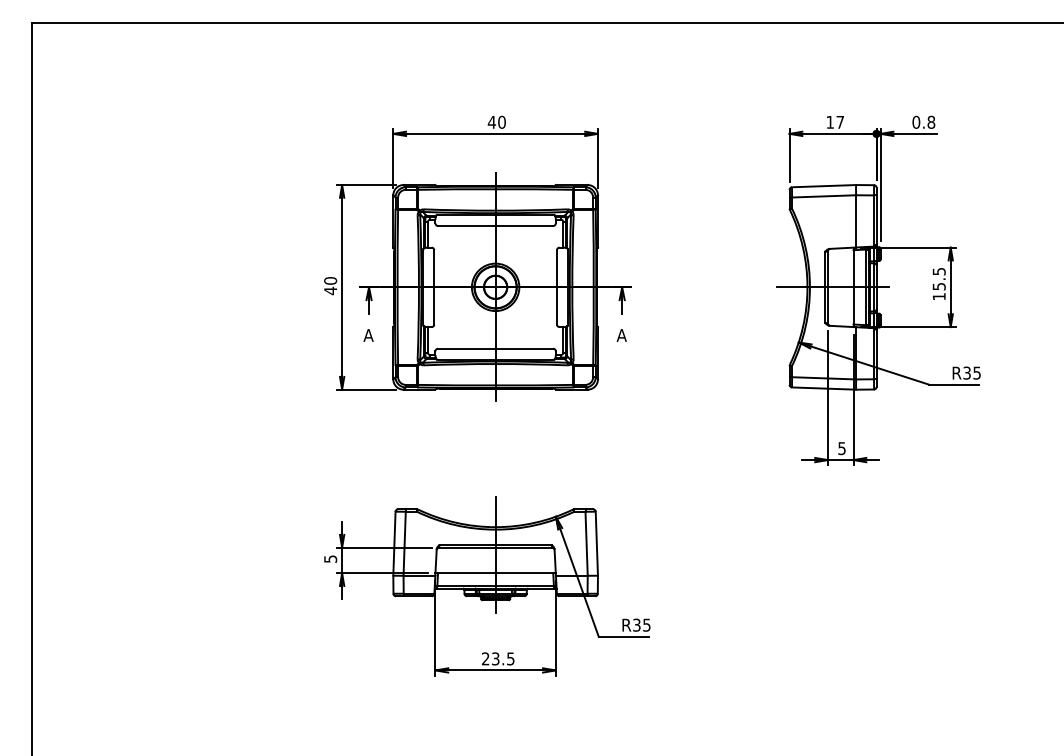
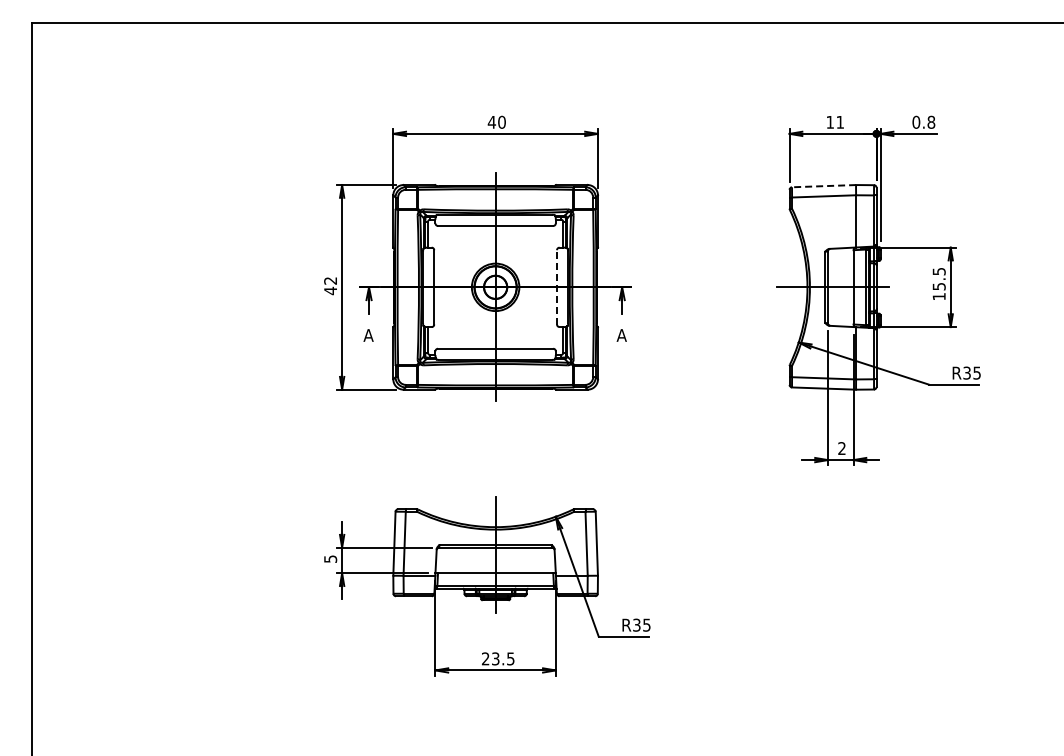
text at (839, 122): 17 -> 11
line at (823, 186): solid -> dashed
text at (330, 280): 40 -> 42
line at (557, 286): solid -> dashed
text at (841, 448): 5 -> 2
